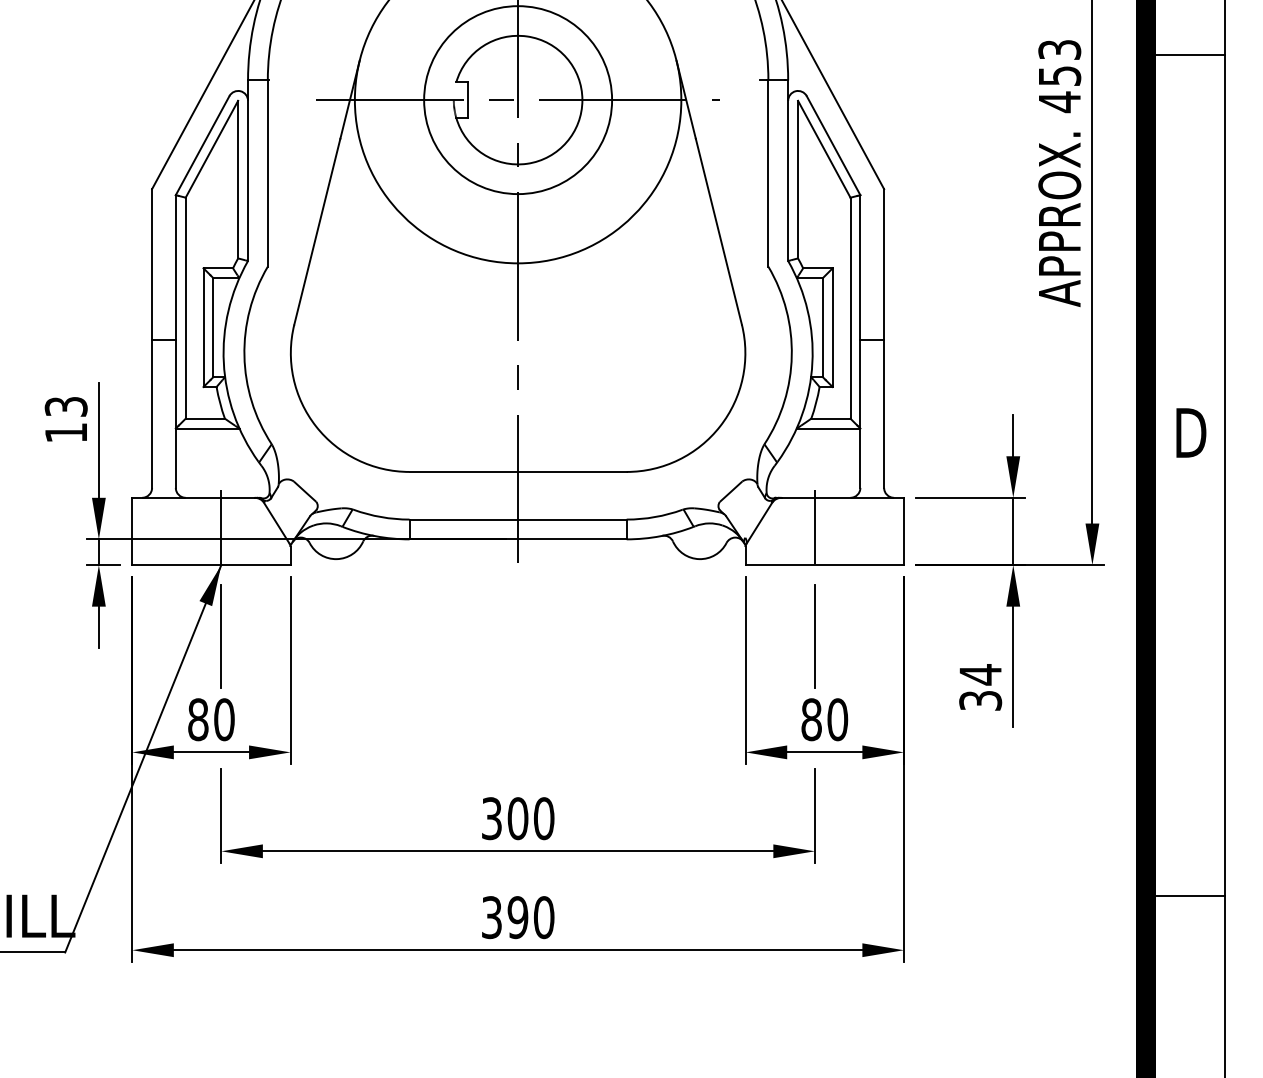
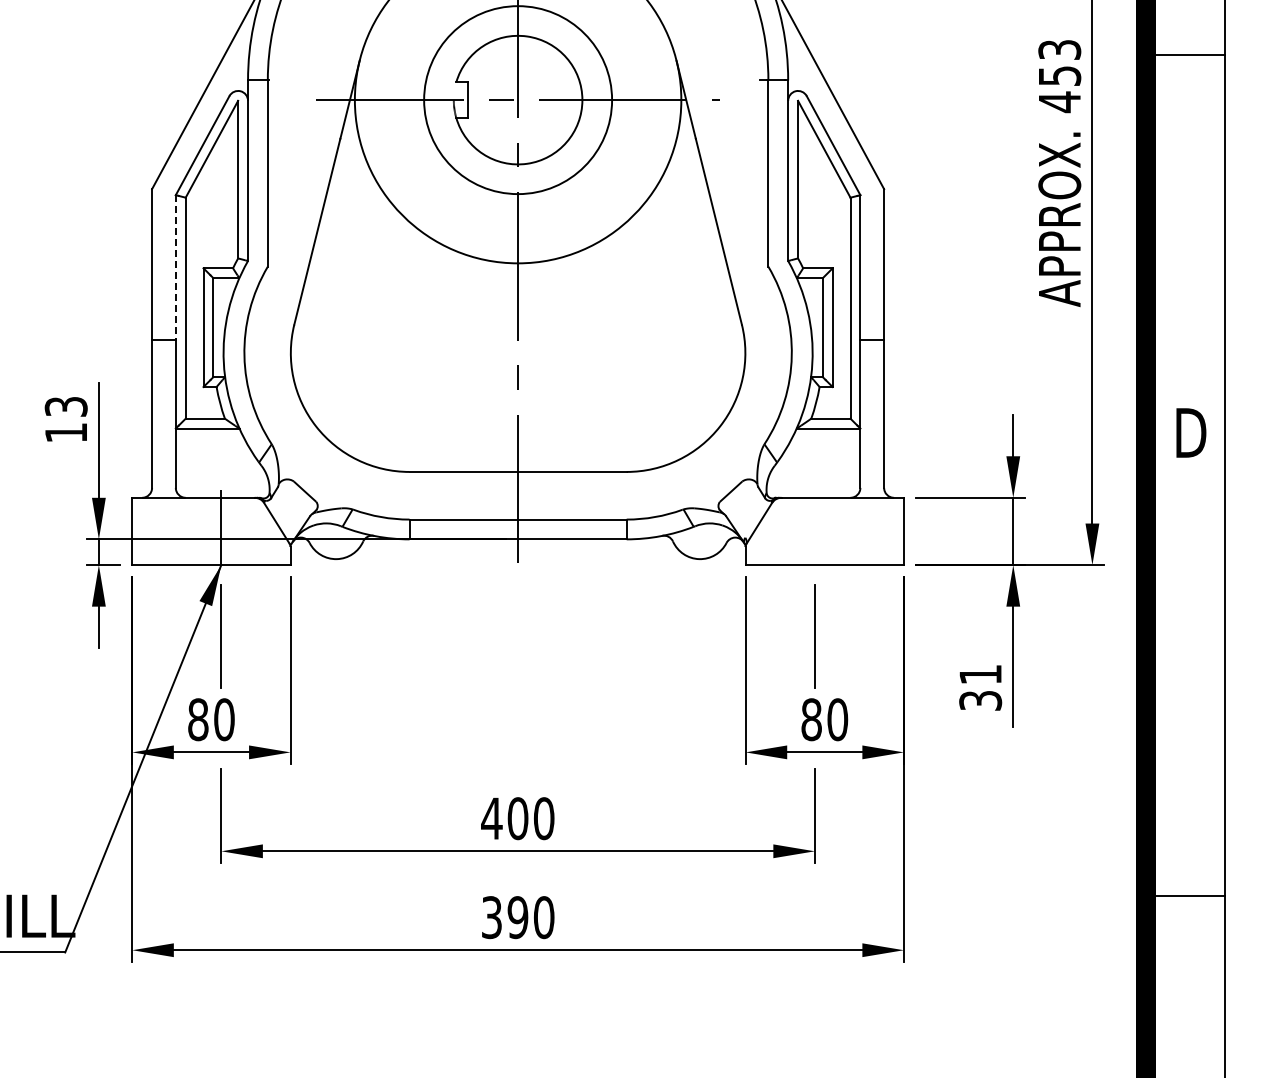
line at (175, 267): solid -> dashed
line at (814, 531): present -> none
text at (980, 674): 34 -> 31
text at (491, 818): 300 -> 400
